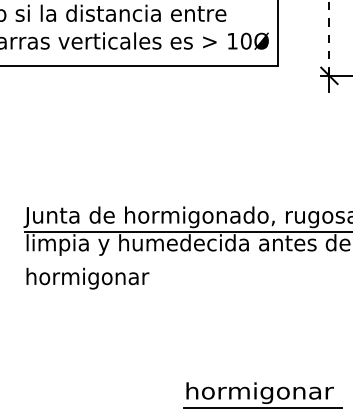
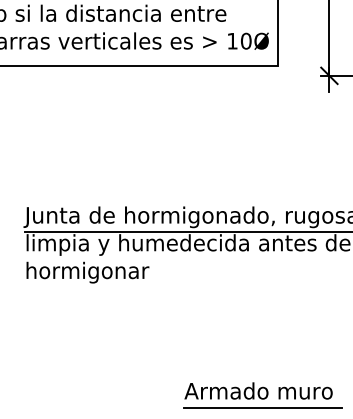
line at (329, 37): dashed -> solid
text at (87, 278) position: (87, 278) -> (87, 272)
text at (258, 392): hormigonar -> Armado muro
